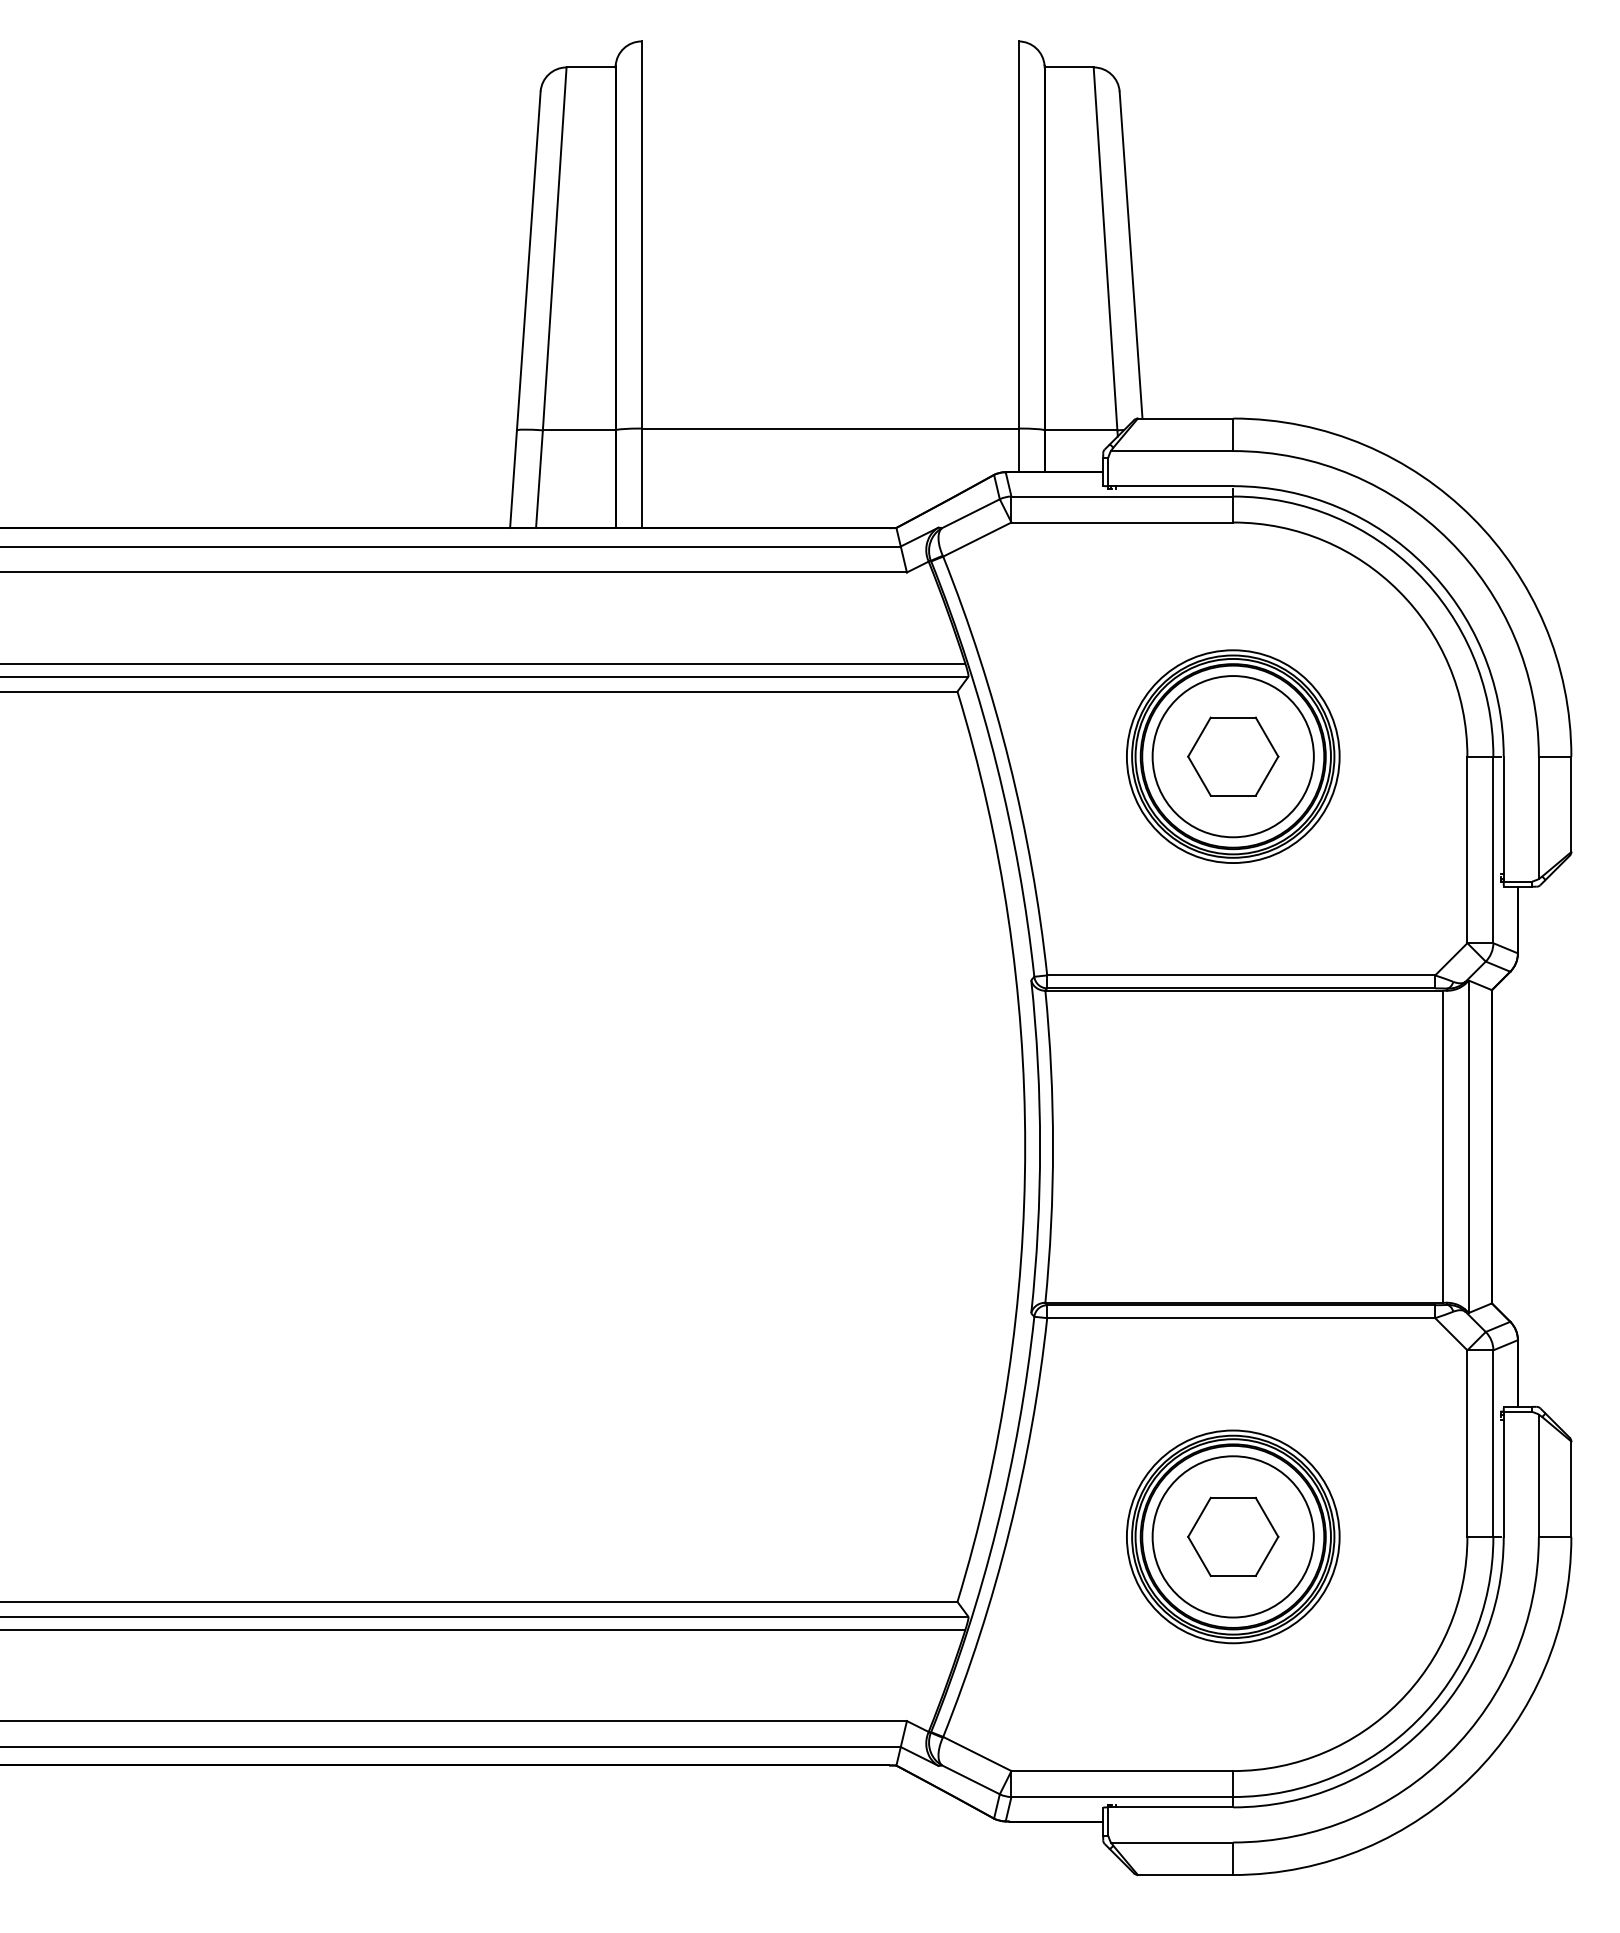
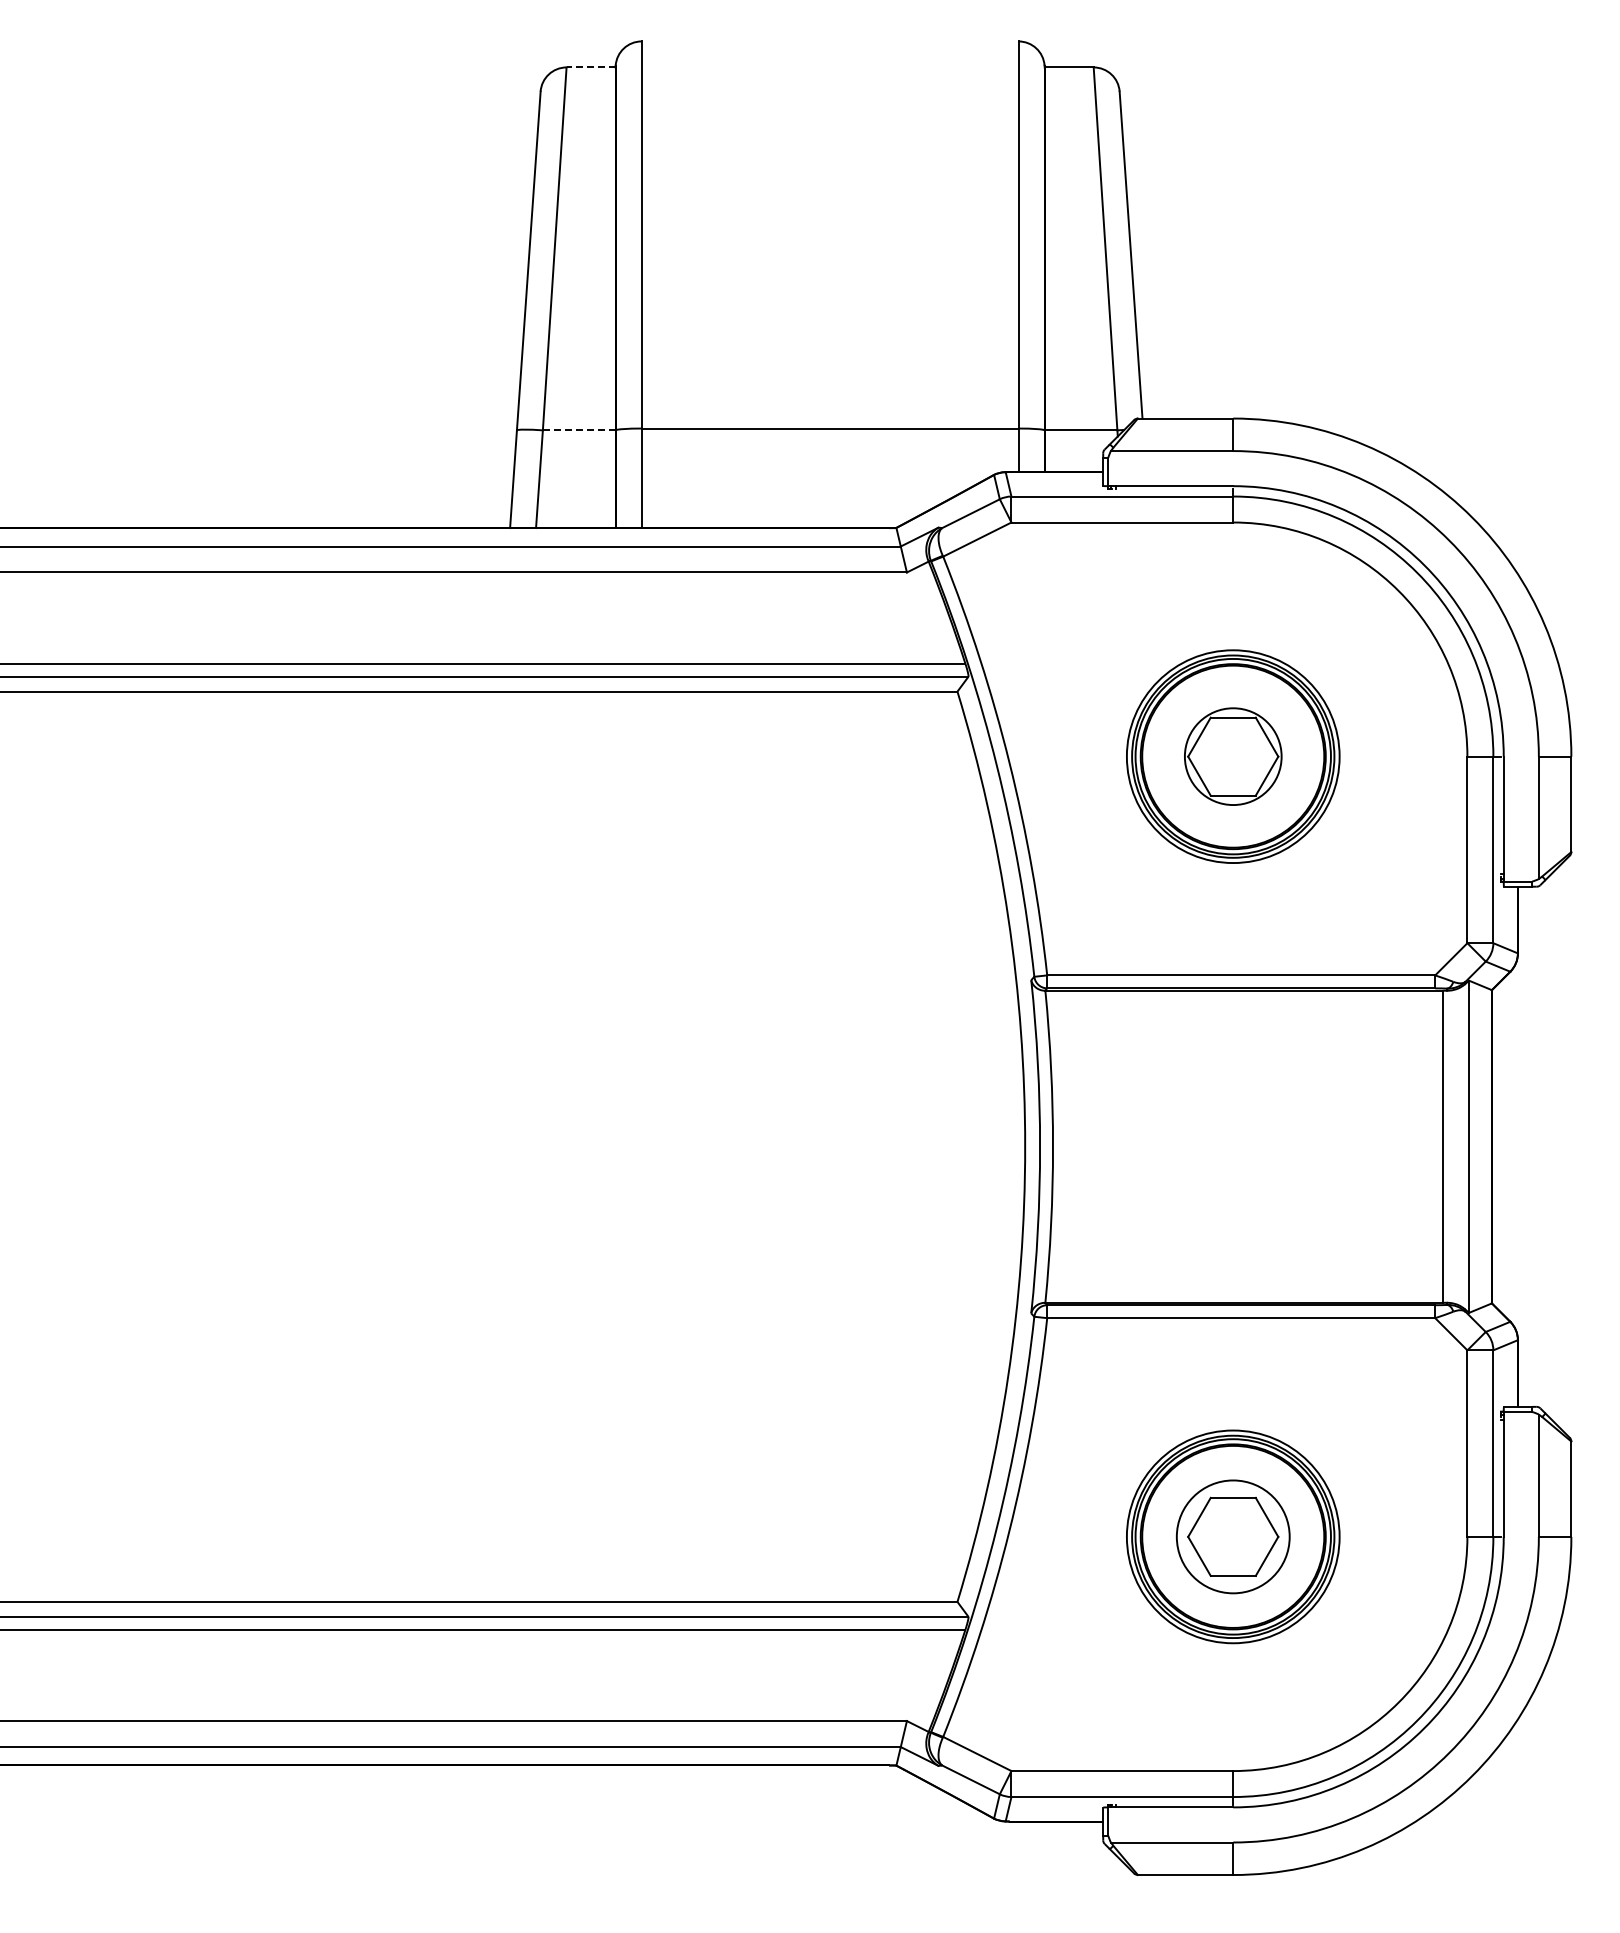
line at (590, 67): solid -> dashed
line at (579, 430): solid -> dashed
circle at (1232, 756) diameter: 161 px -> 97 px
circle at (1232, 1536) diameter: 161 px -> 113 px
